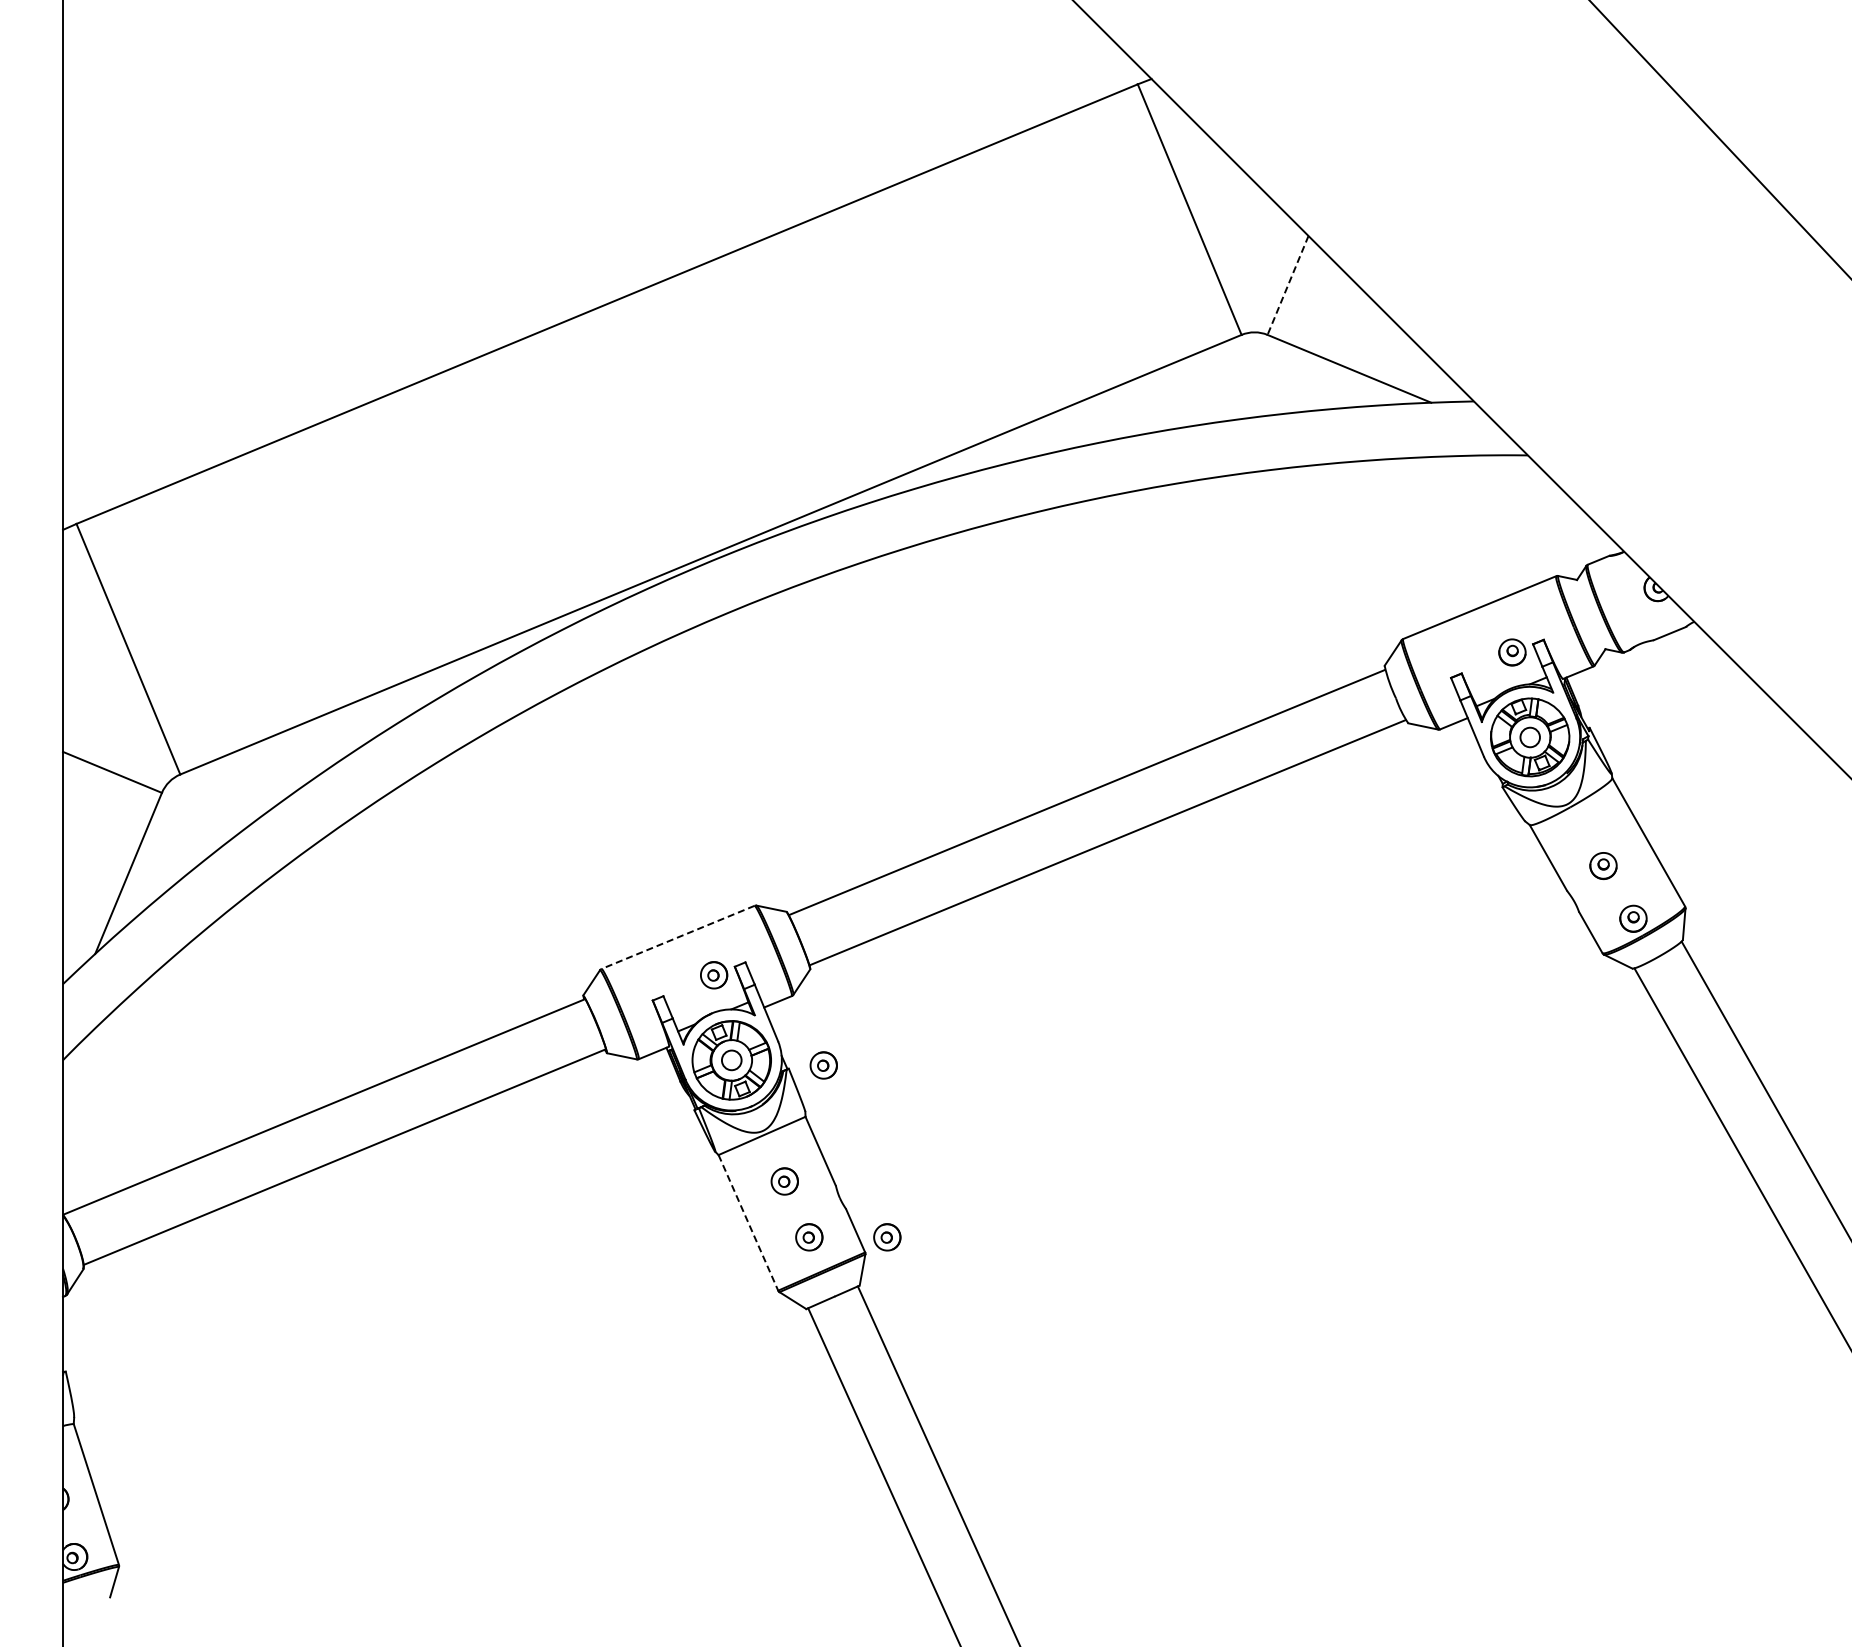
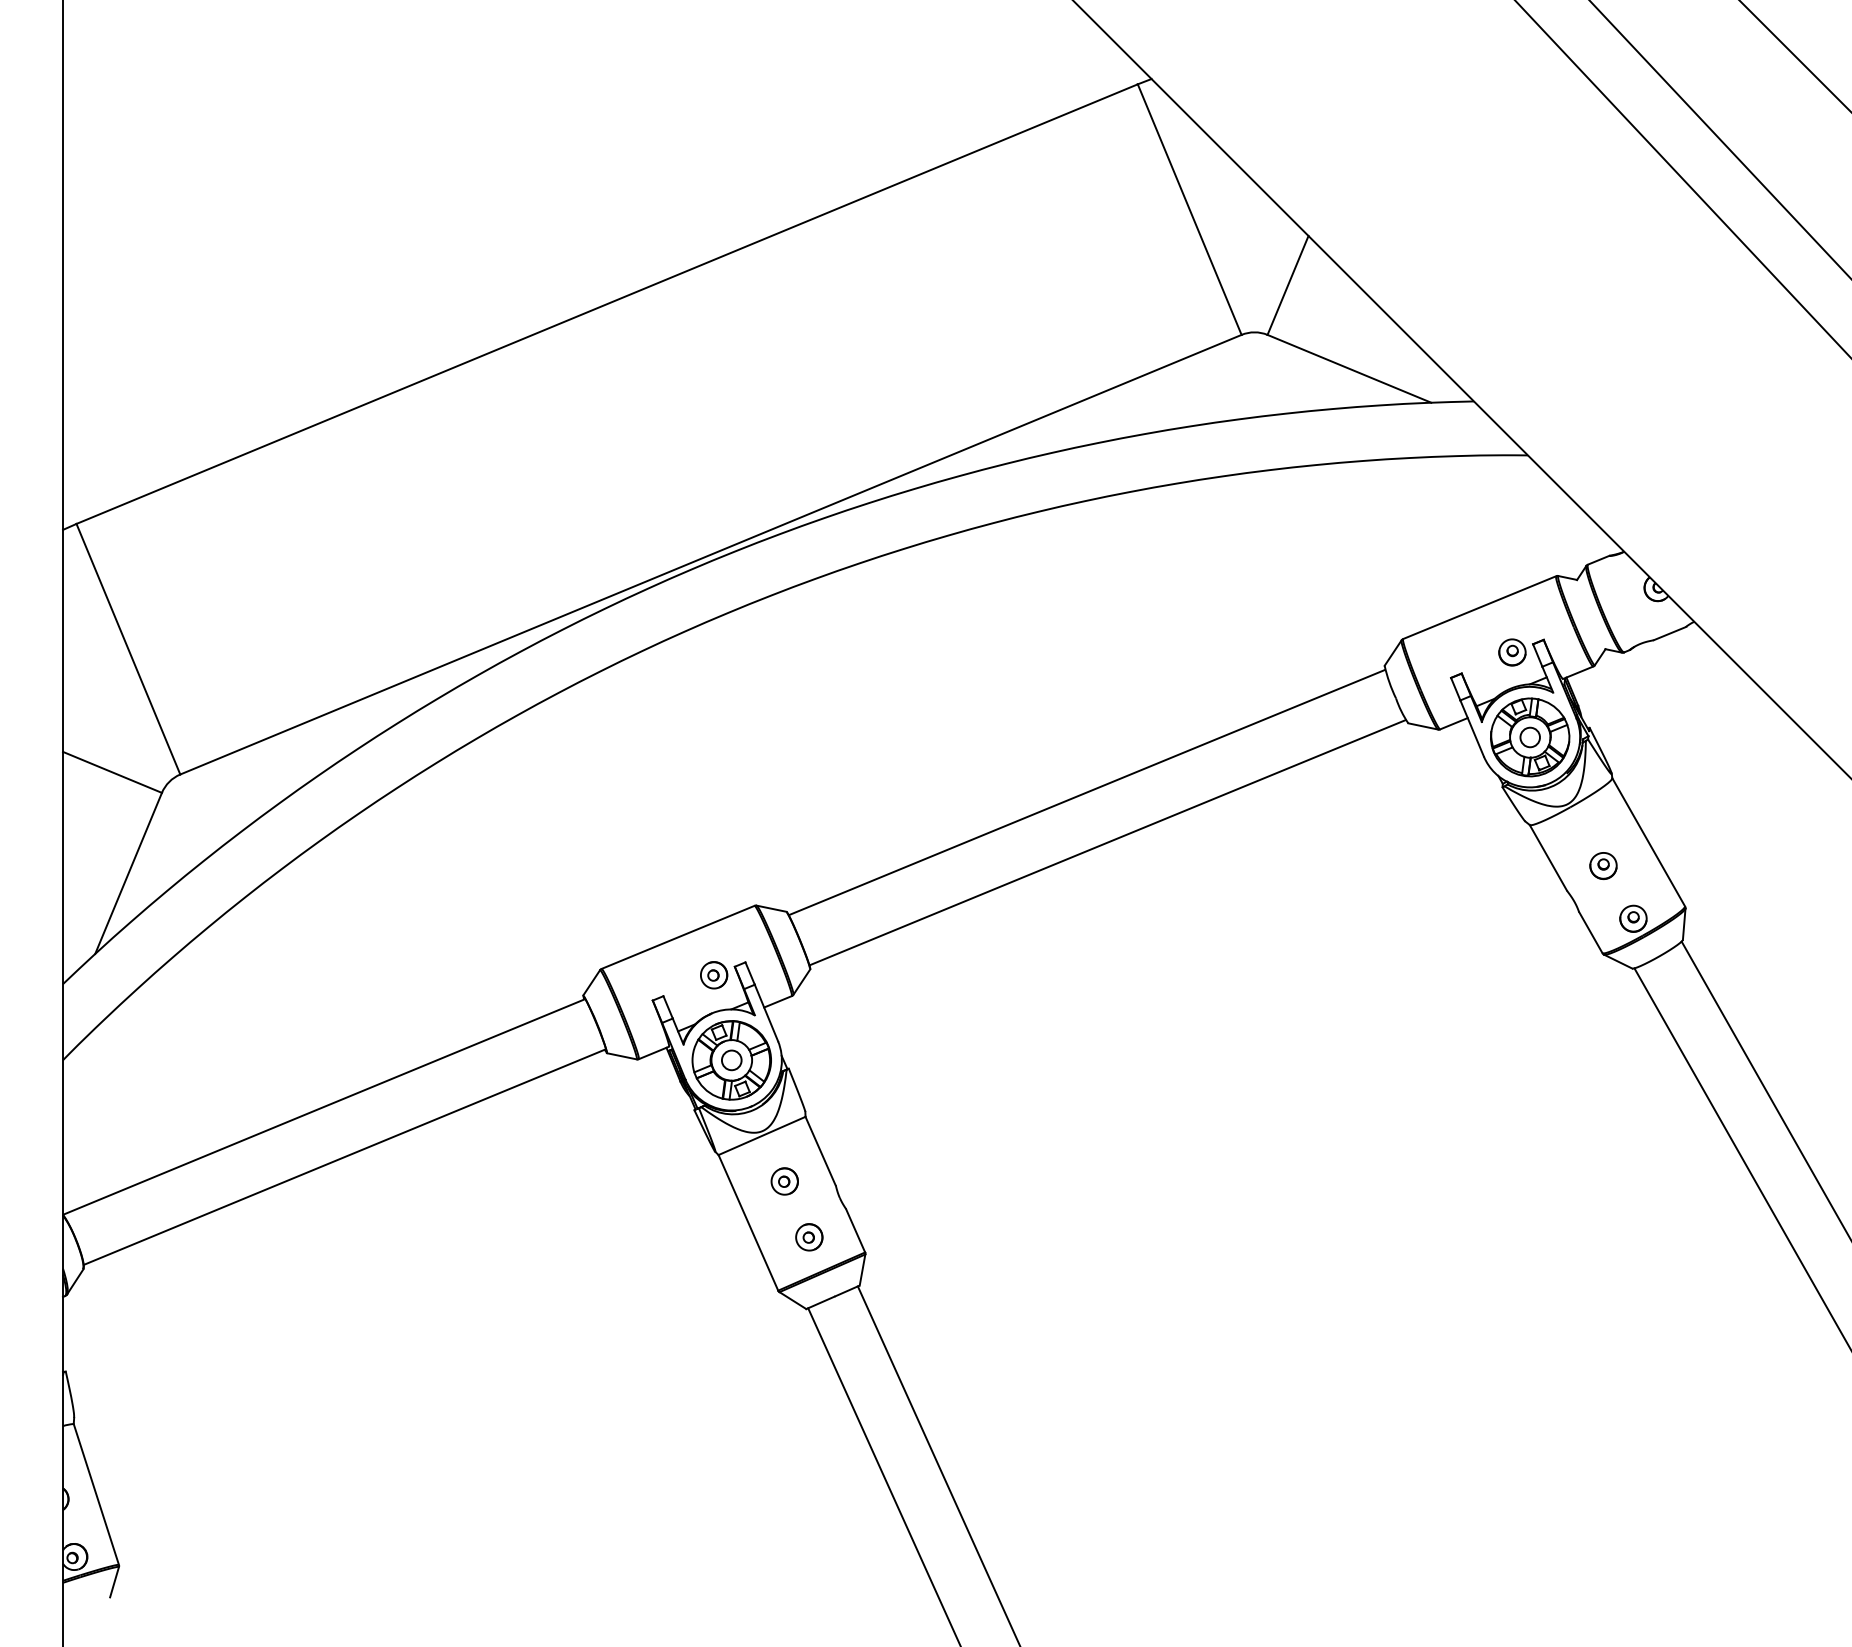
line at (1794, 55): none -> present
line at (1682, 178): none -> present
line at (1288, 285): dashed -> solid
line at (678, 937): dashed -> solid
part at (823, 1065): present -> none
line at (748, 1223): dashed -> solid
part at (887, 1237): present -> none
